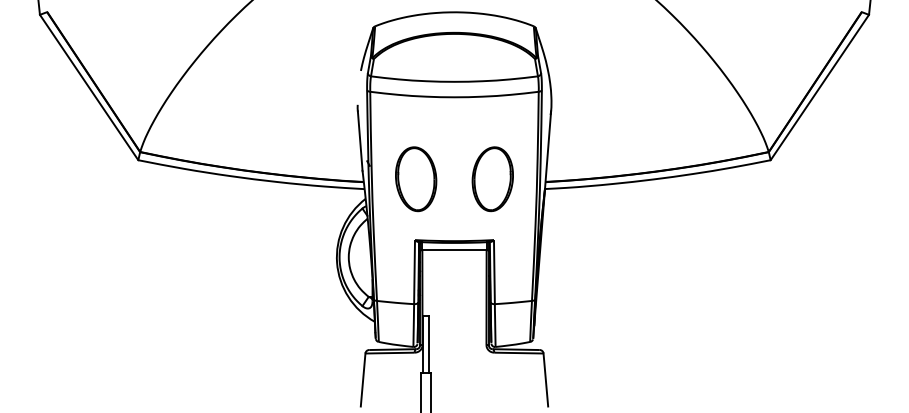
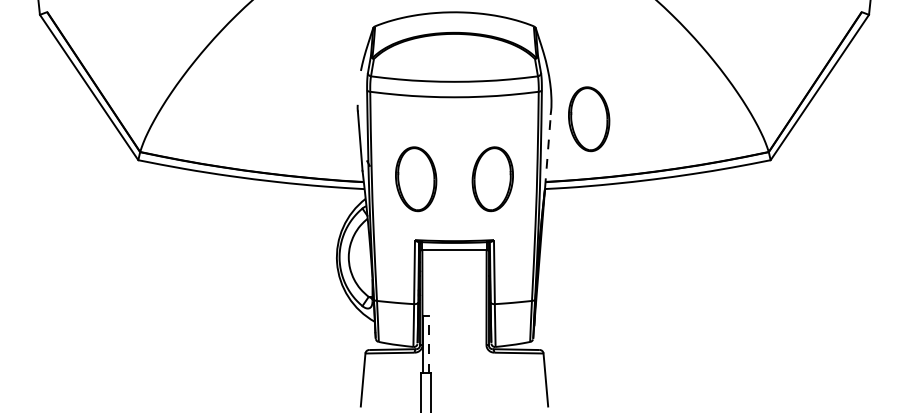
part at (589, 119): none -> present
line at (548, 149): solid -> dashed
line at (428, 344): solid -> dashed
